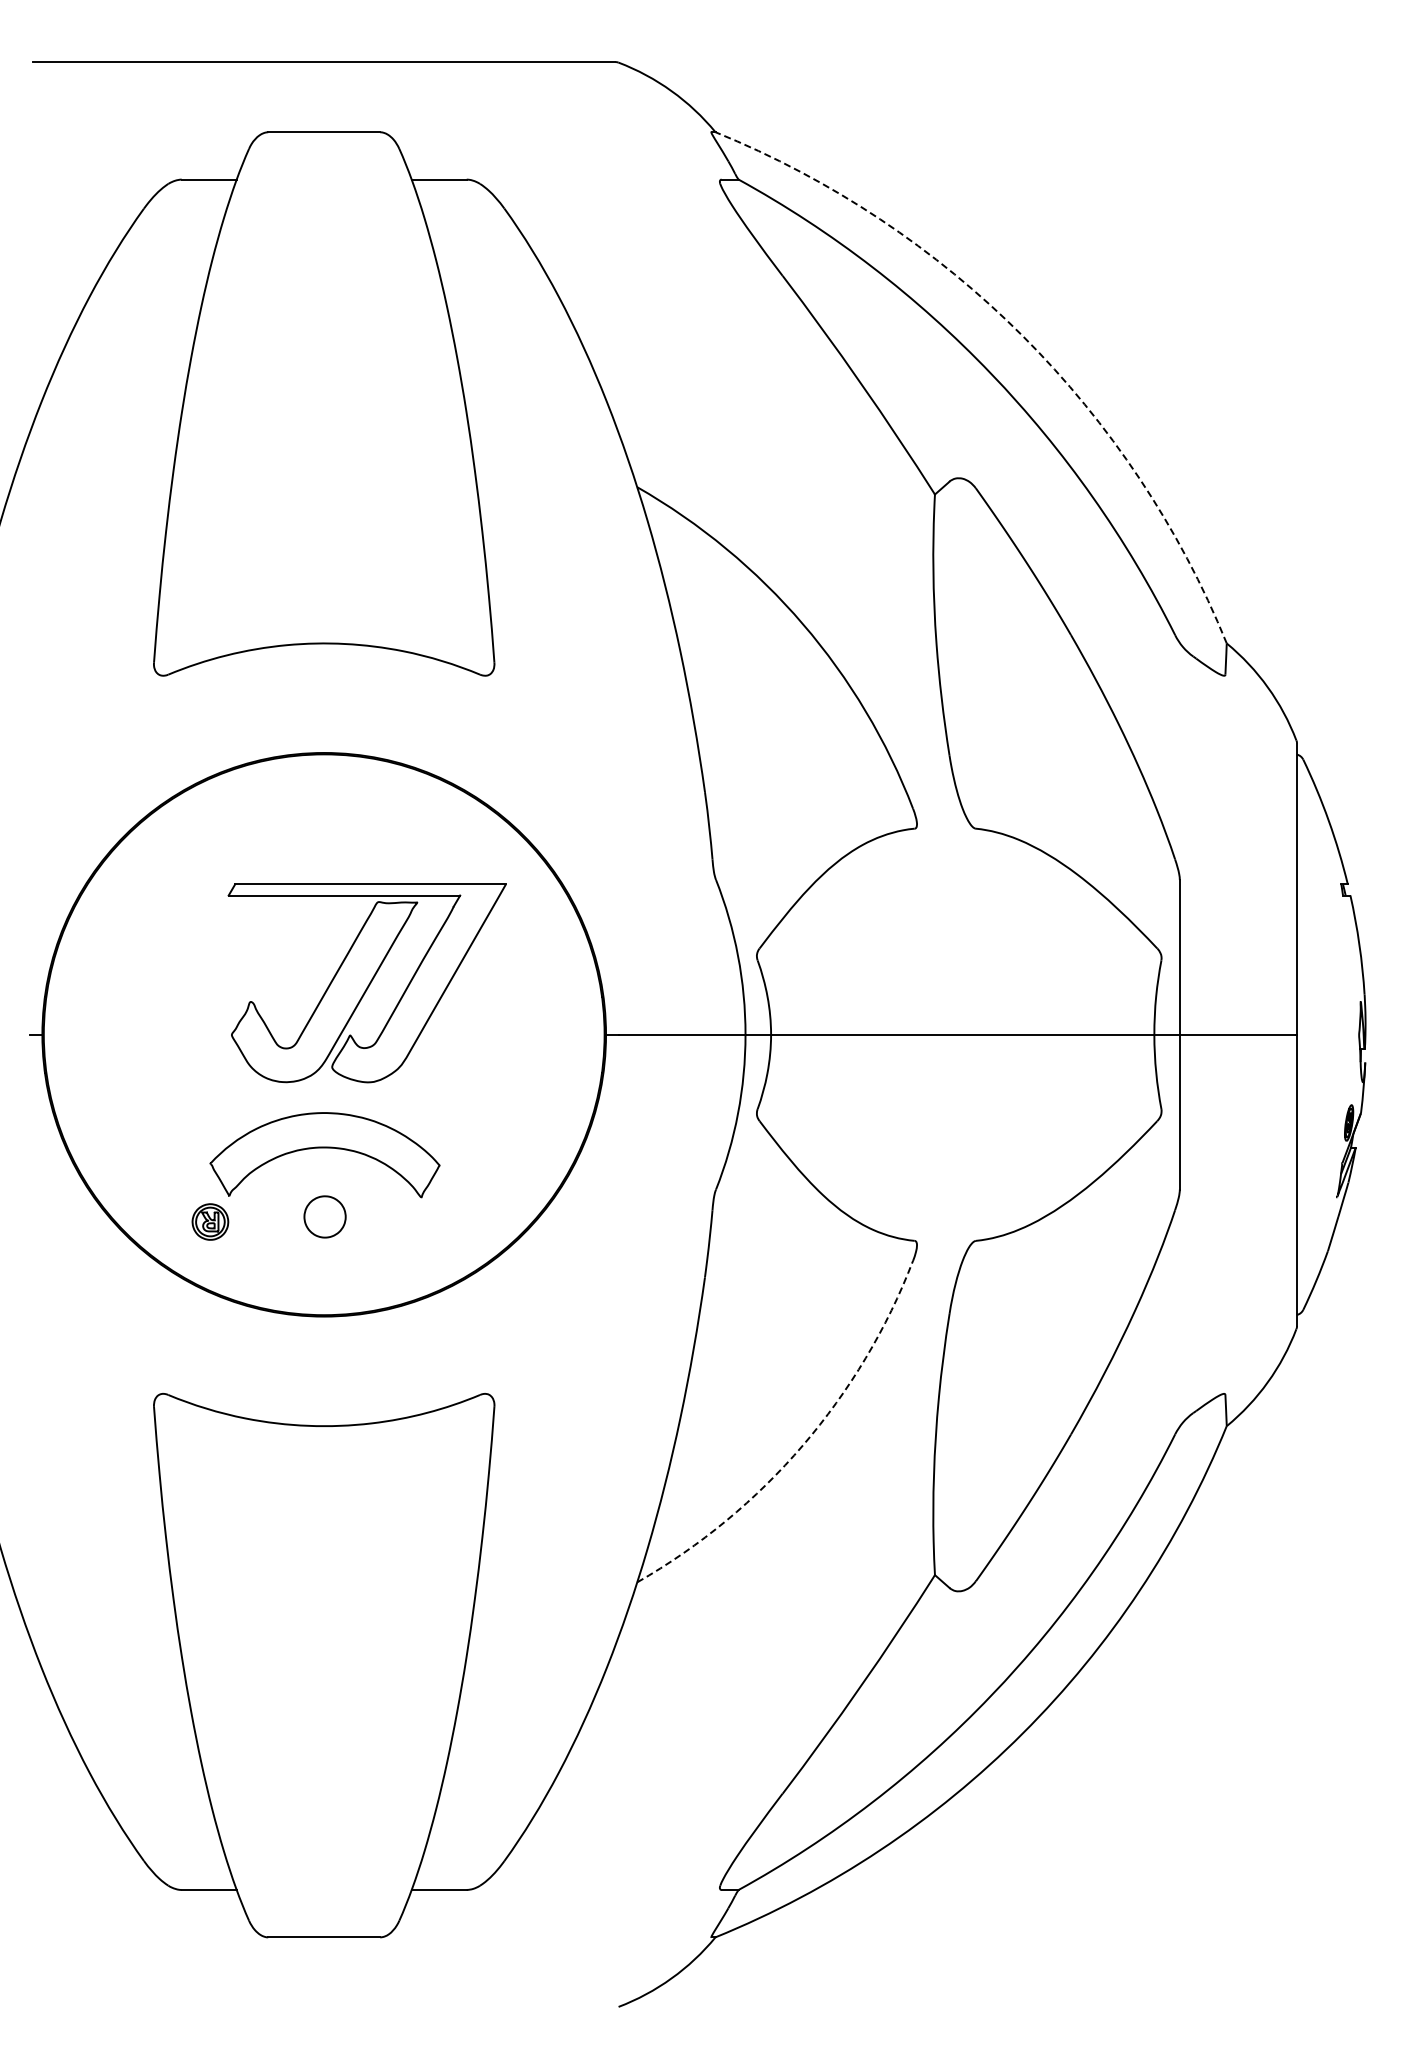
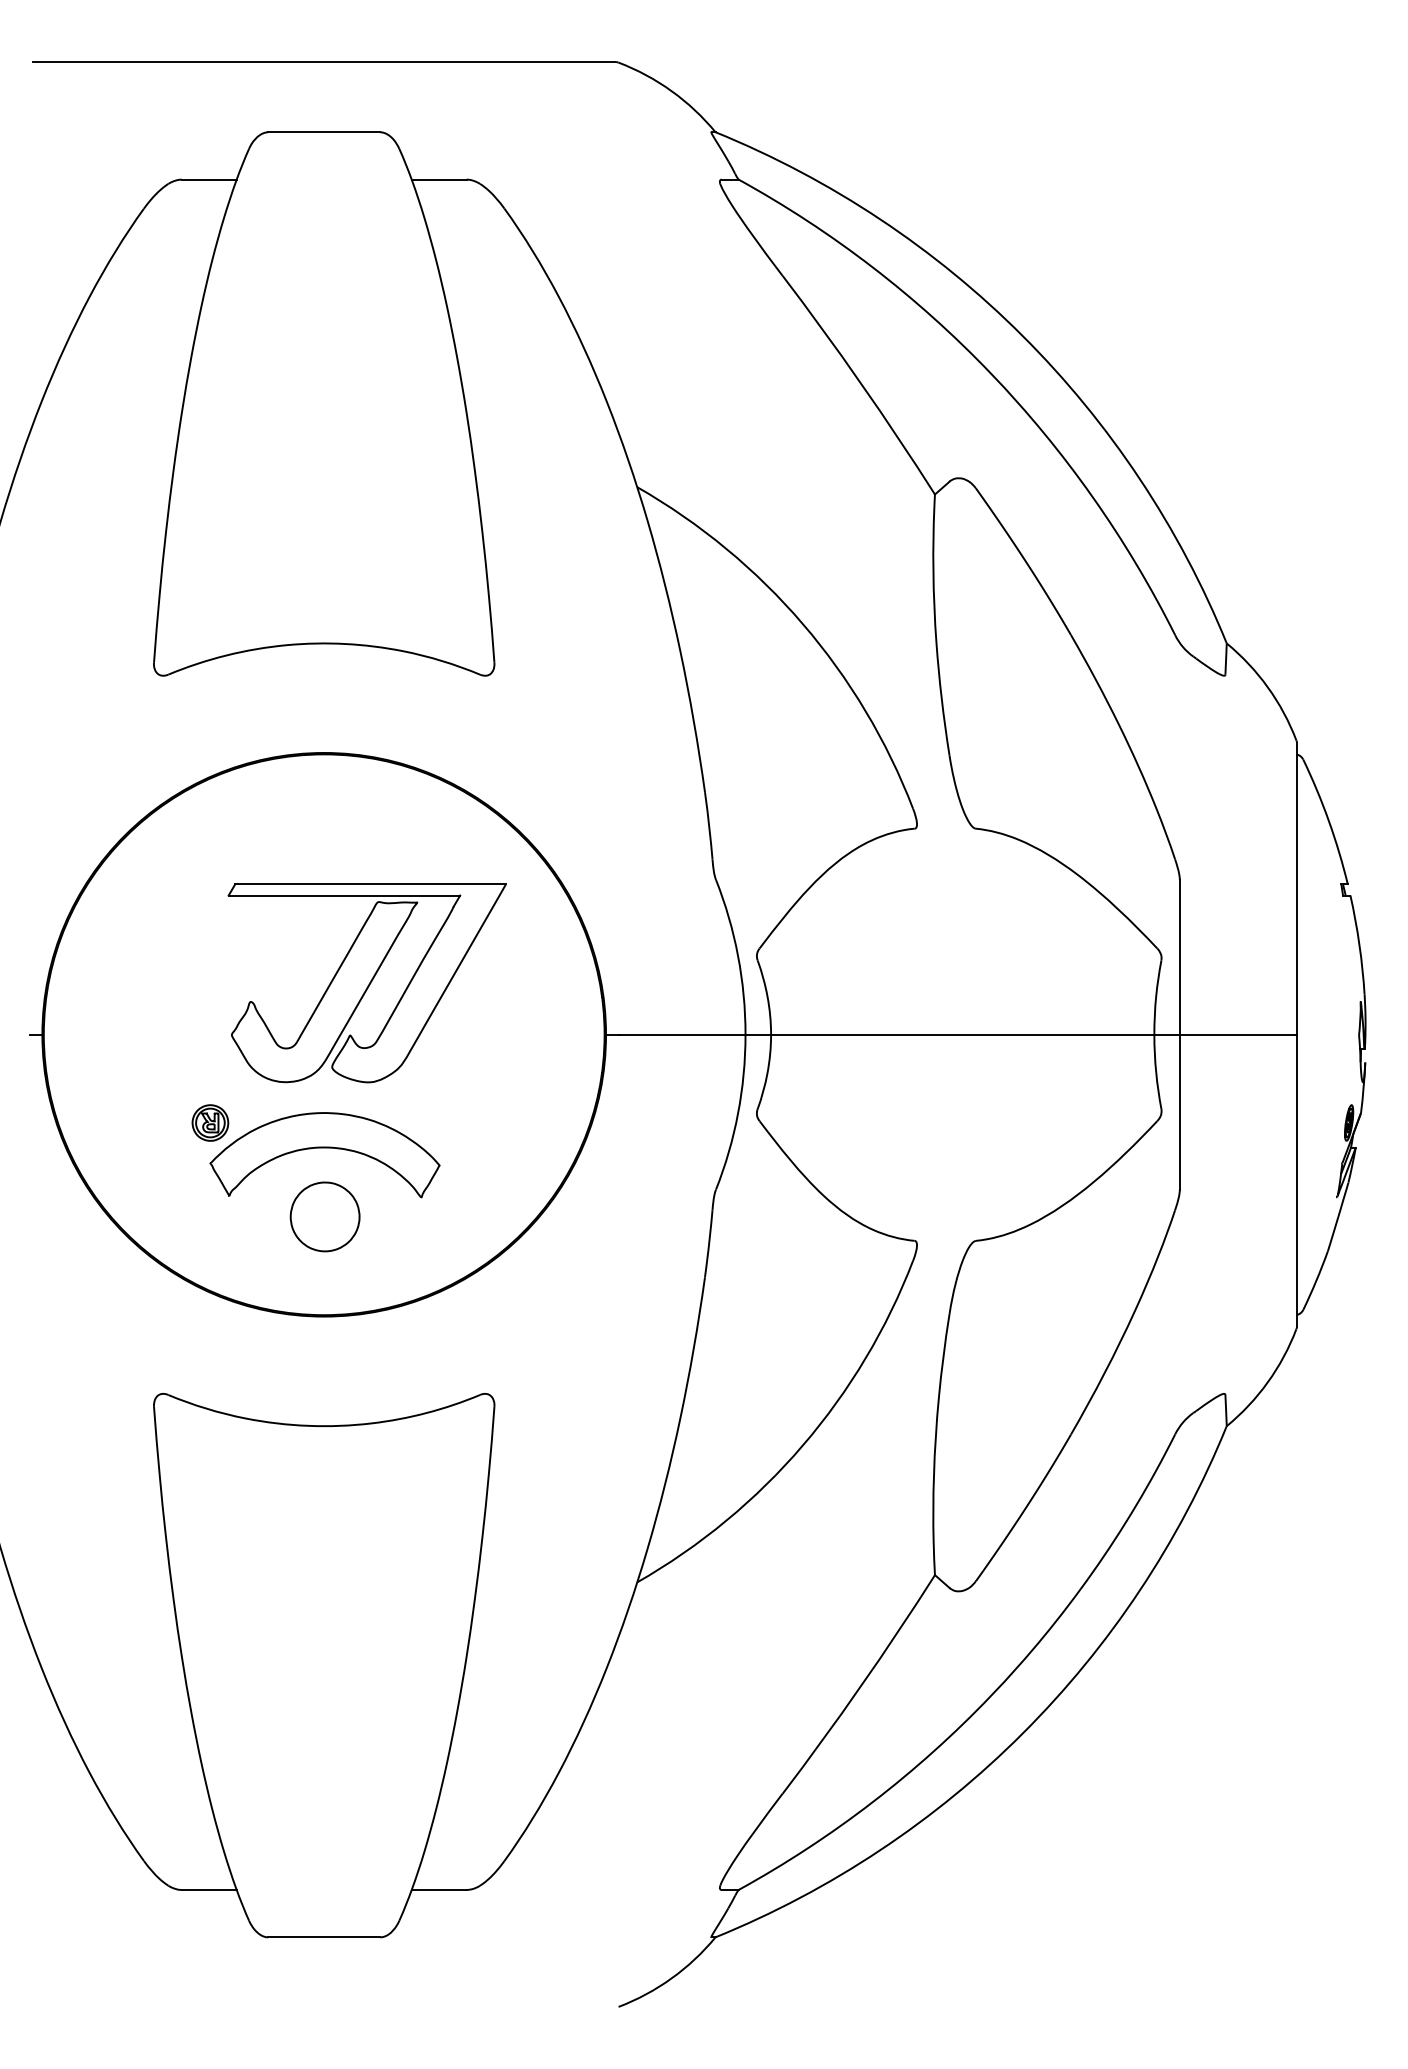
arc at (1022, 336): dashed -> solid
part at (324, 1216) size: 44x44 px -> 72x72 px
part at (210, 1221) position: (210, 1221) -> (210, 1122)
arc at (802, 1445): dashed -> solid
